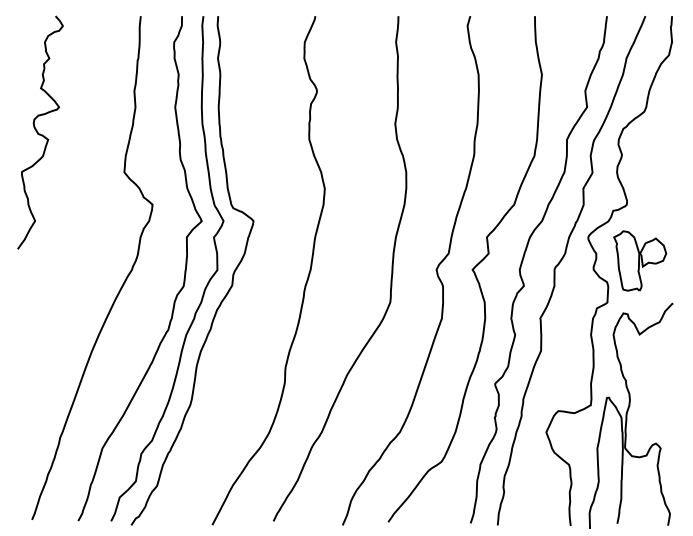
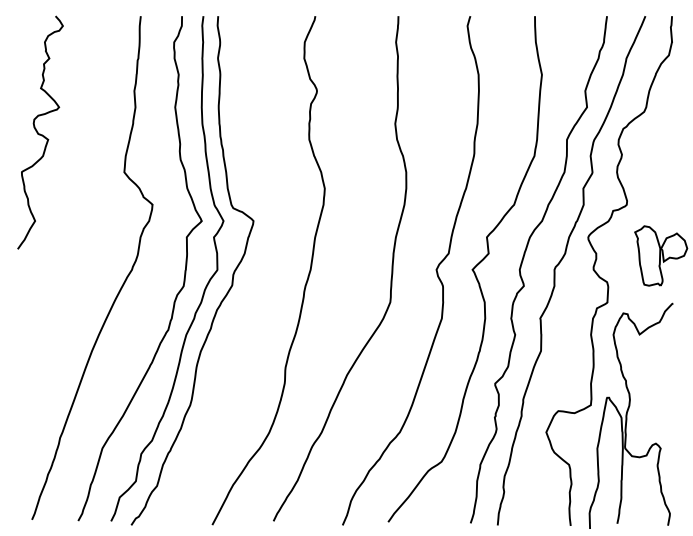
part at (640, 260) position: (640, 260) -> (661, 255)
